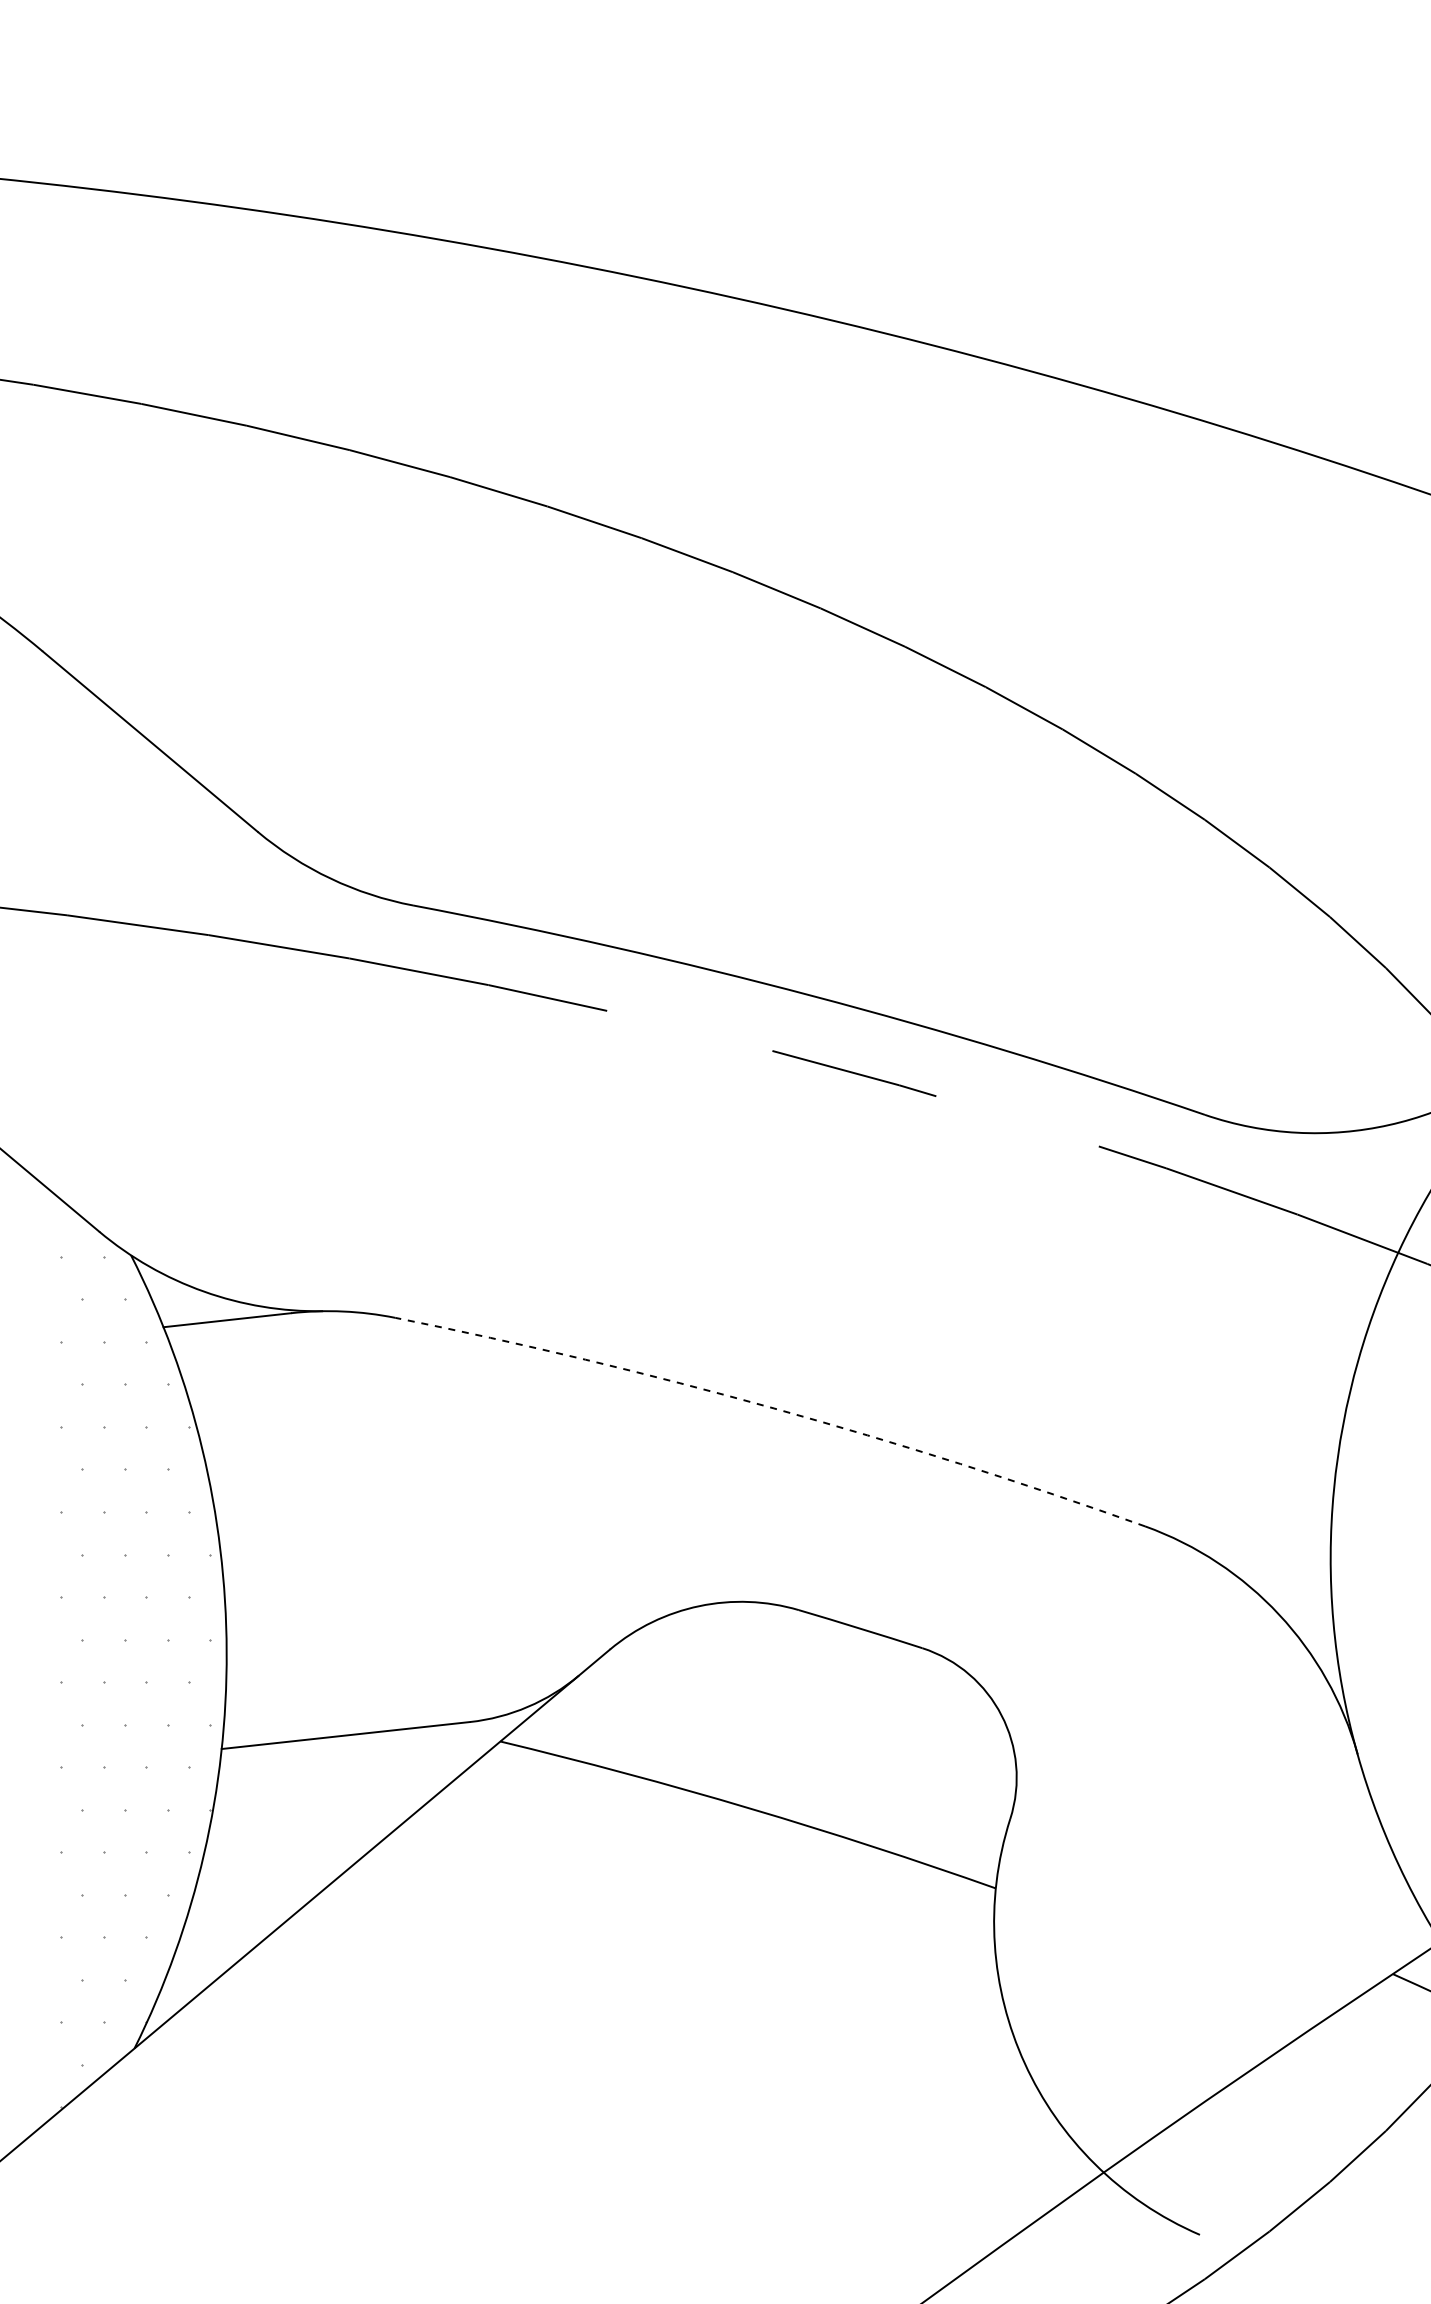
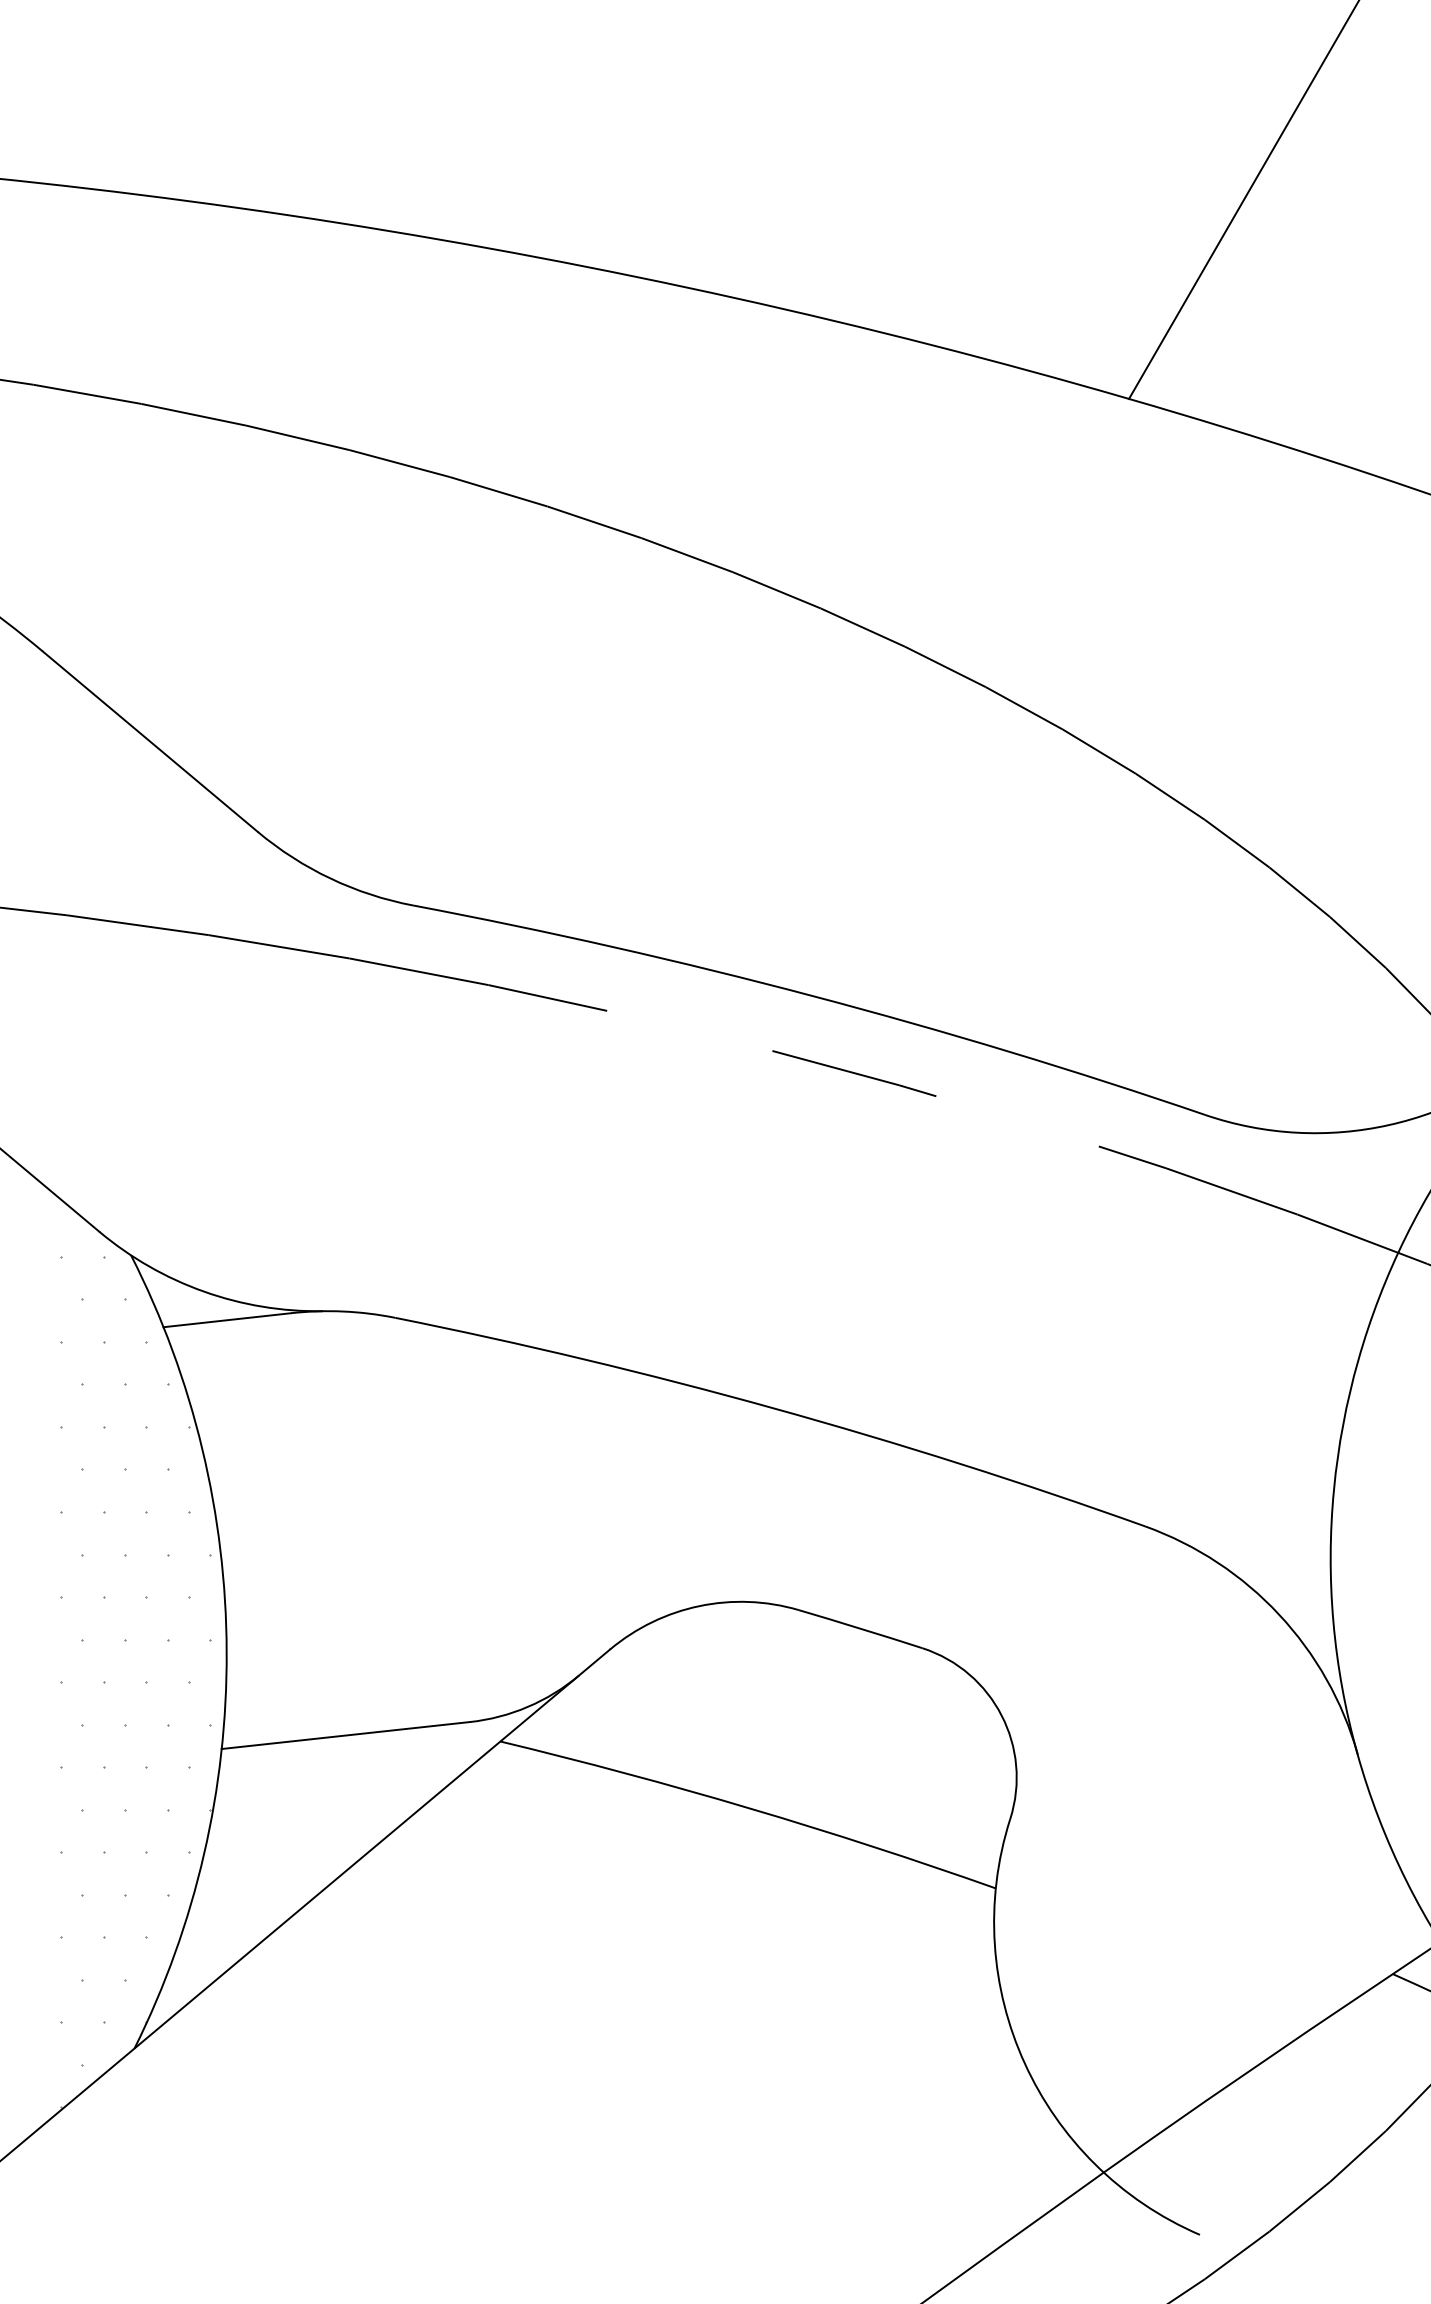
line at (1243, 200): none -> present
arc at (773, 1408): dashed -> solid
